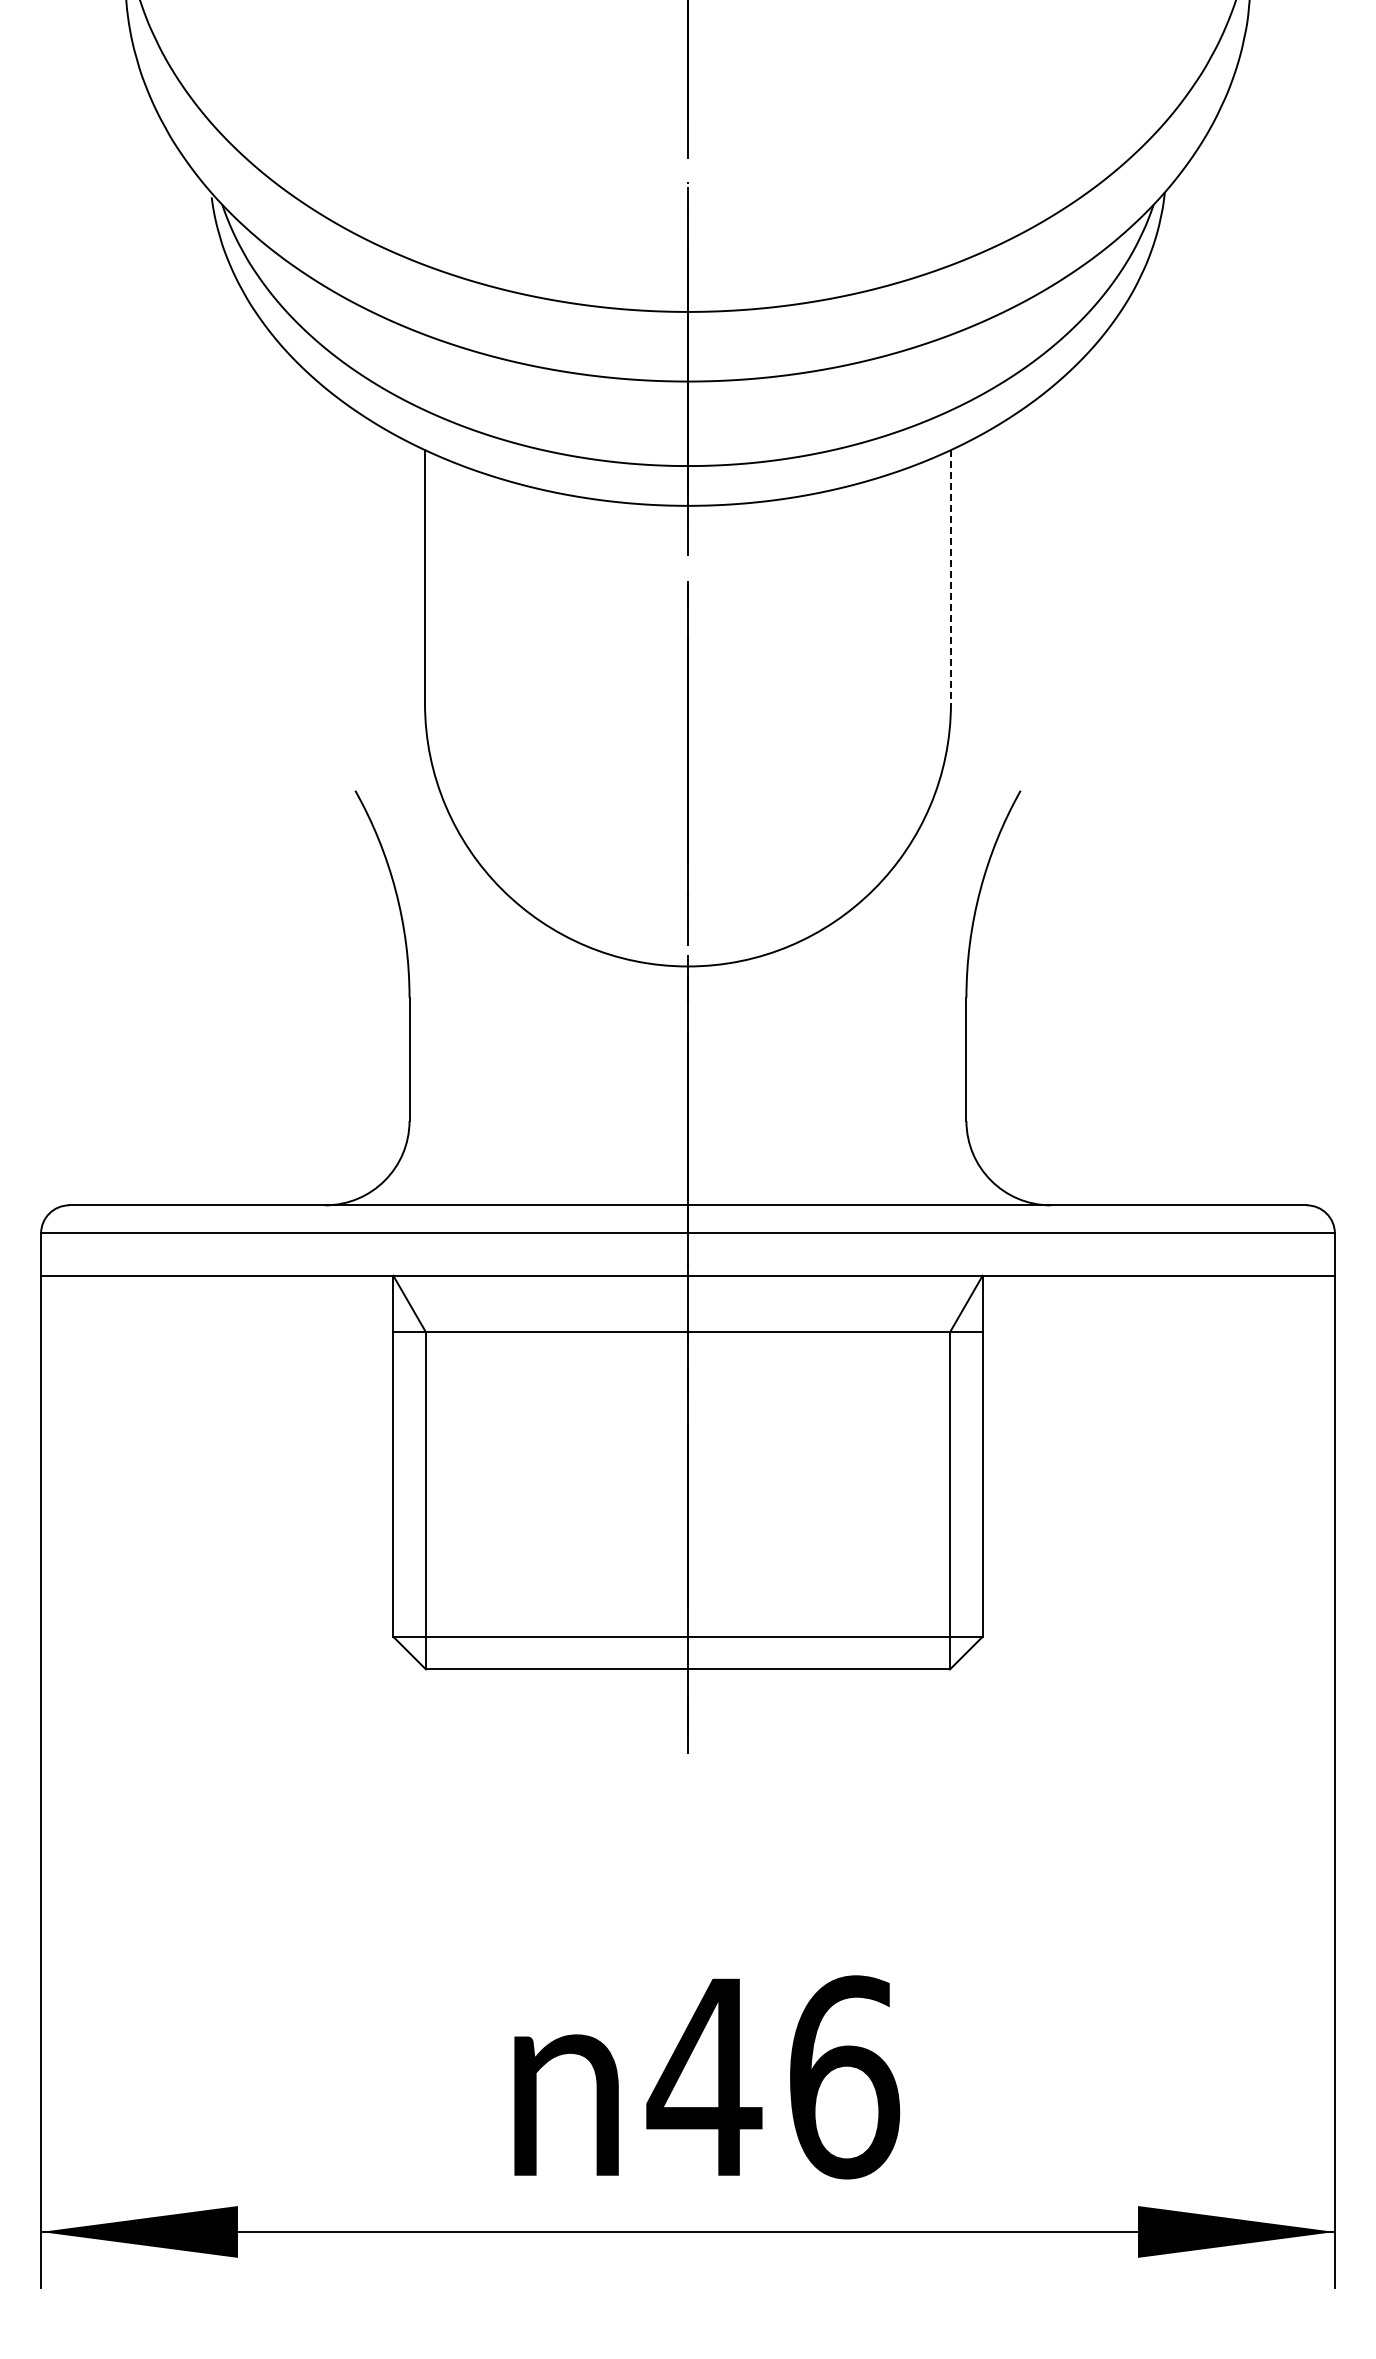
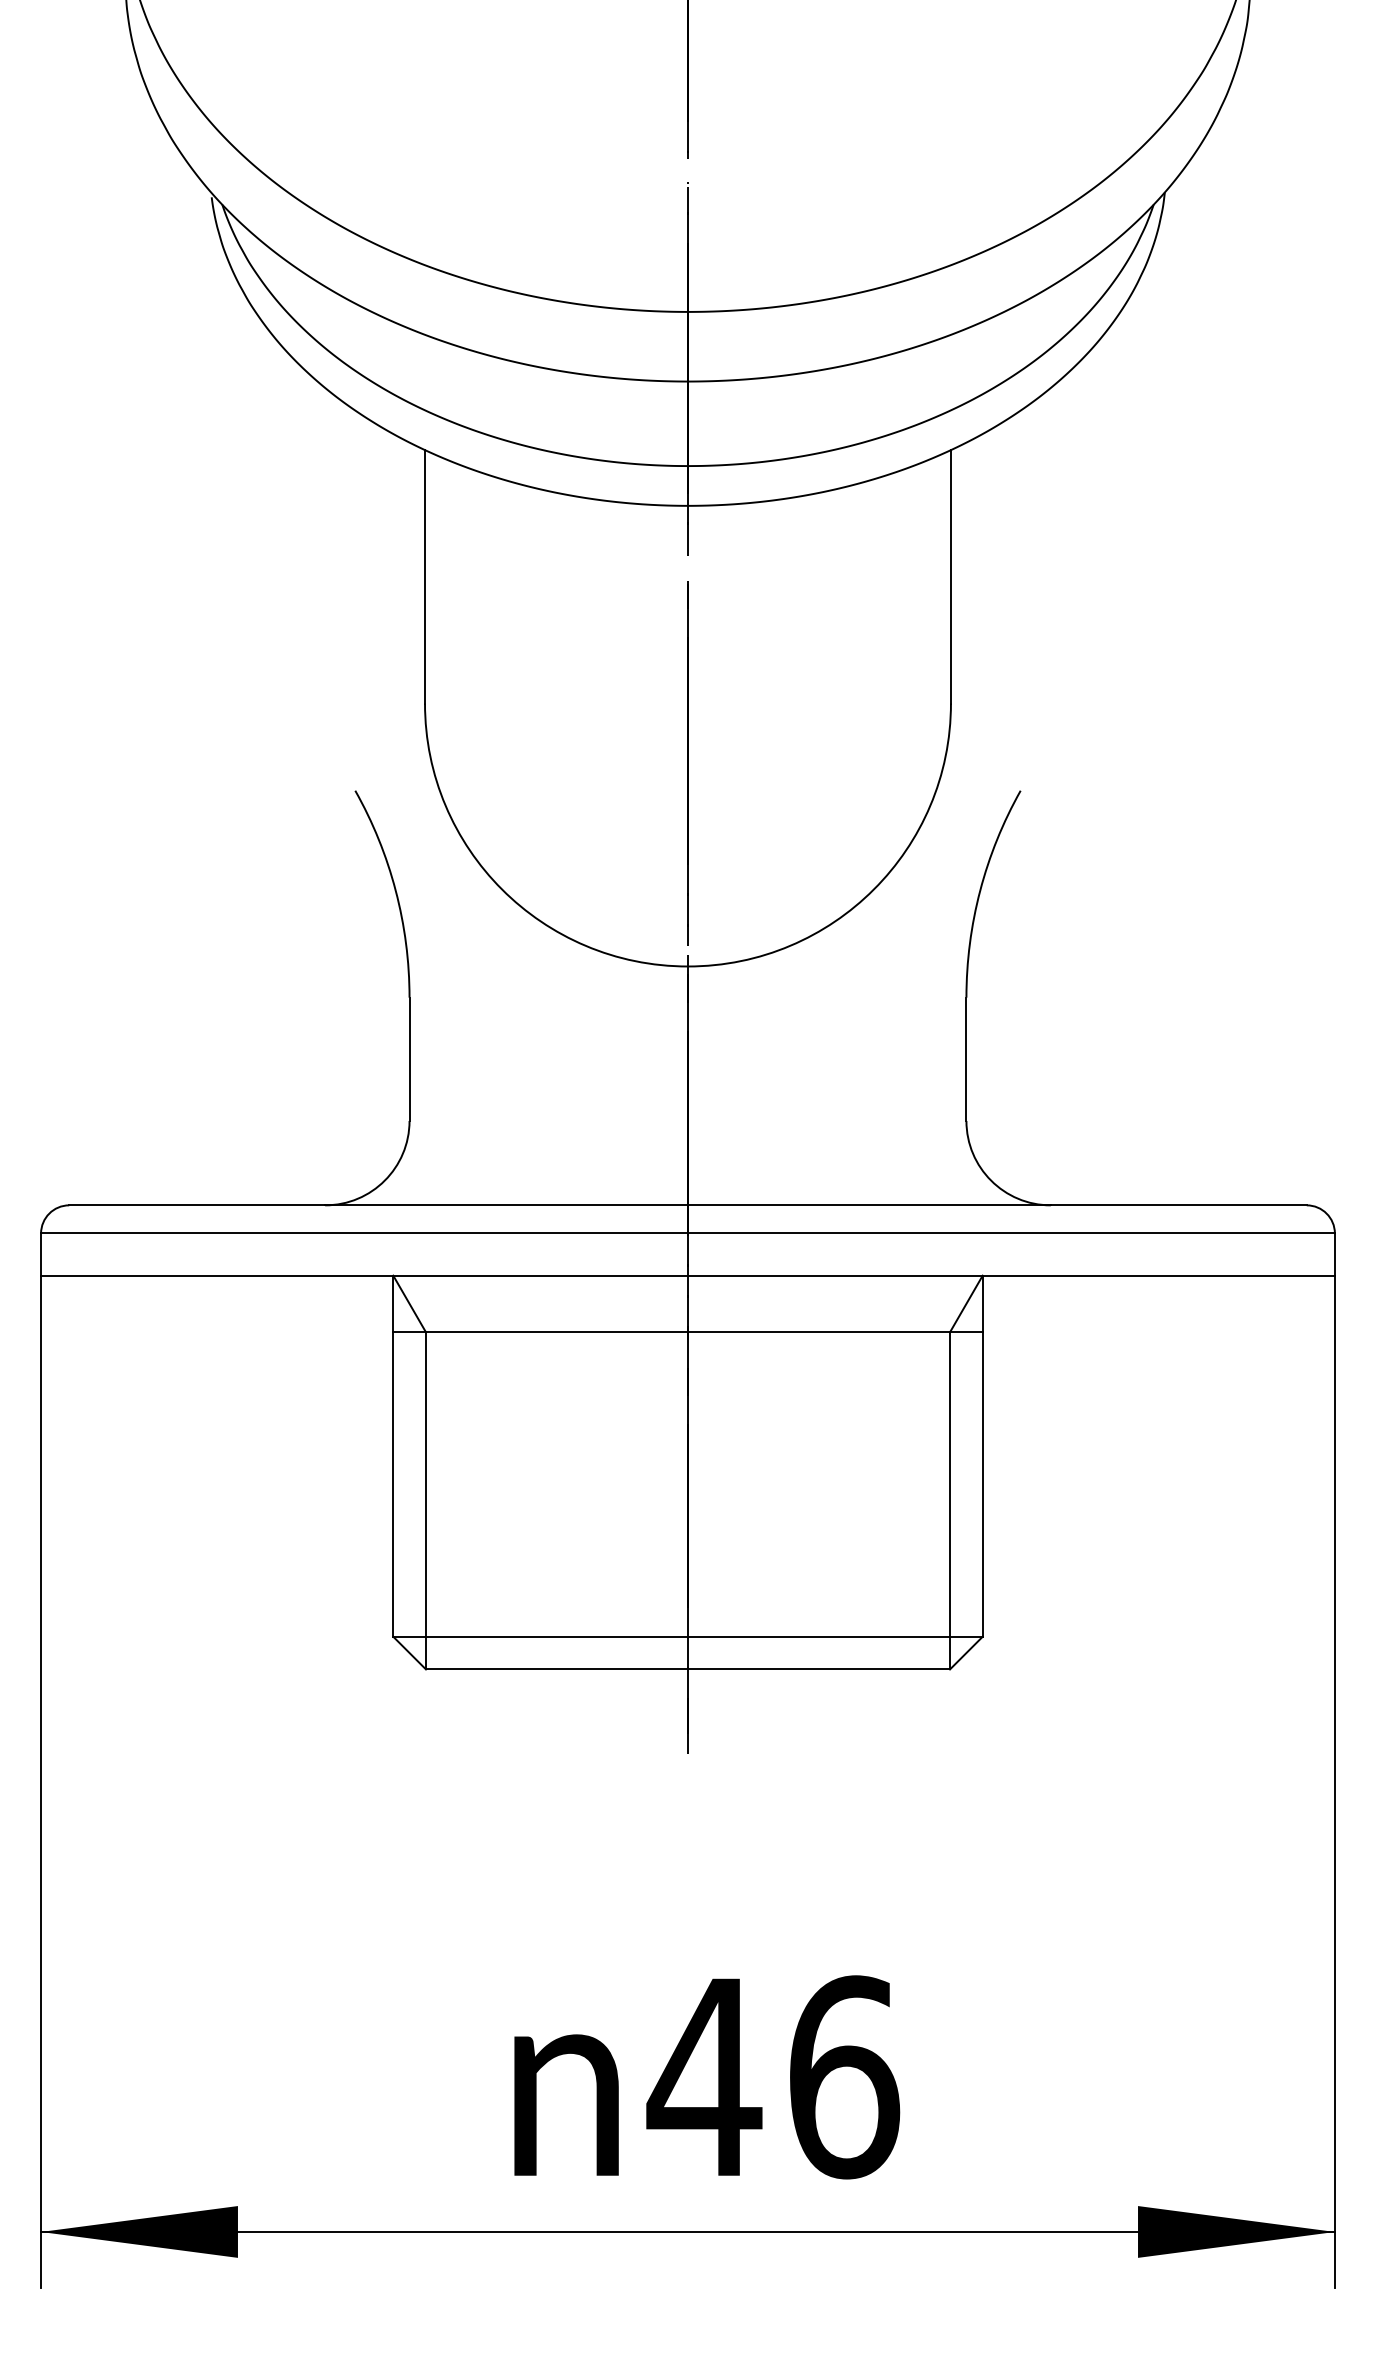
line at (950, 576): dashed -> solid
